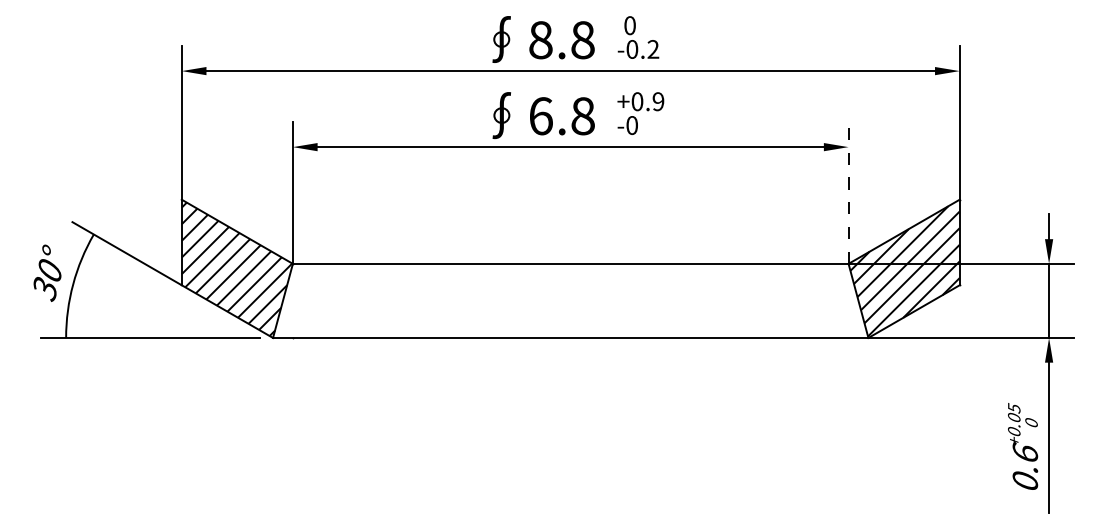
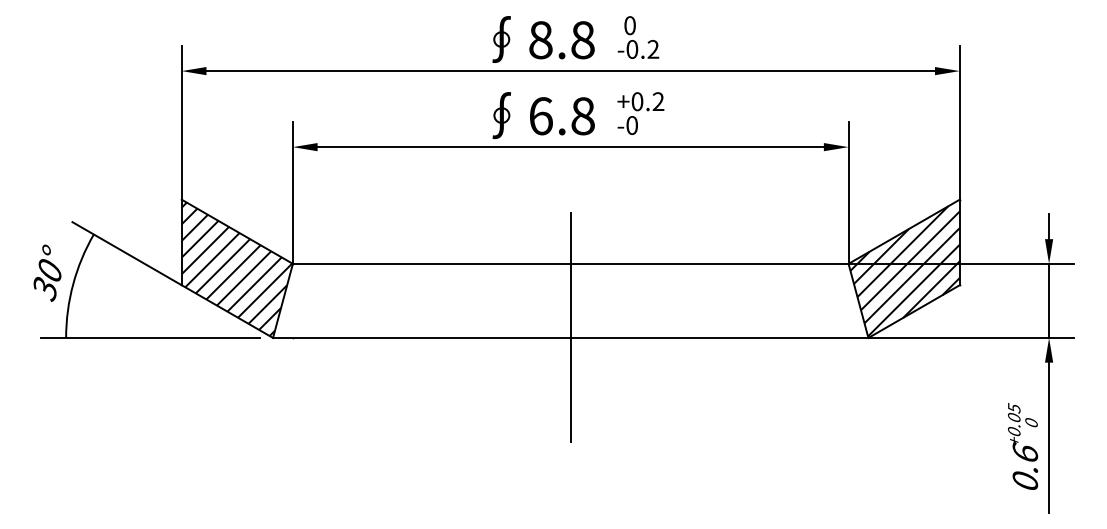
text at (658, 101): +0.9 -> +0.2
line at (848, 193): dashed -> solid
line at (570, 327): none -> present
